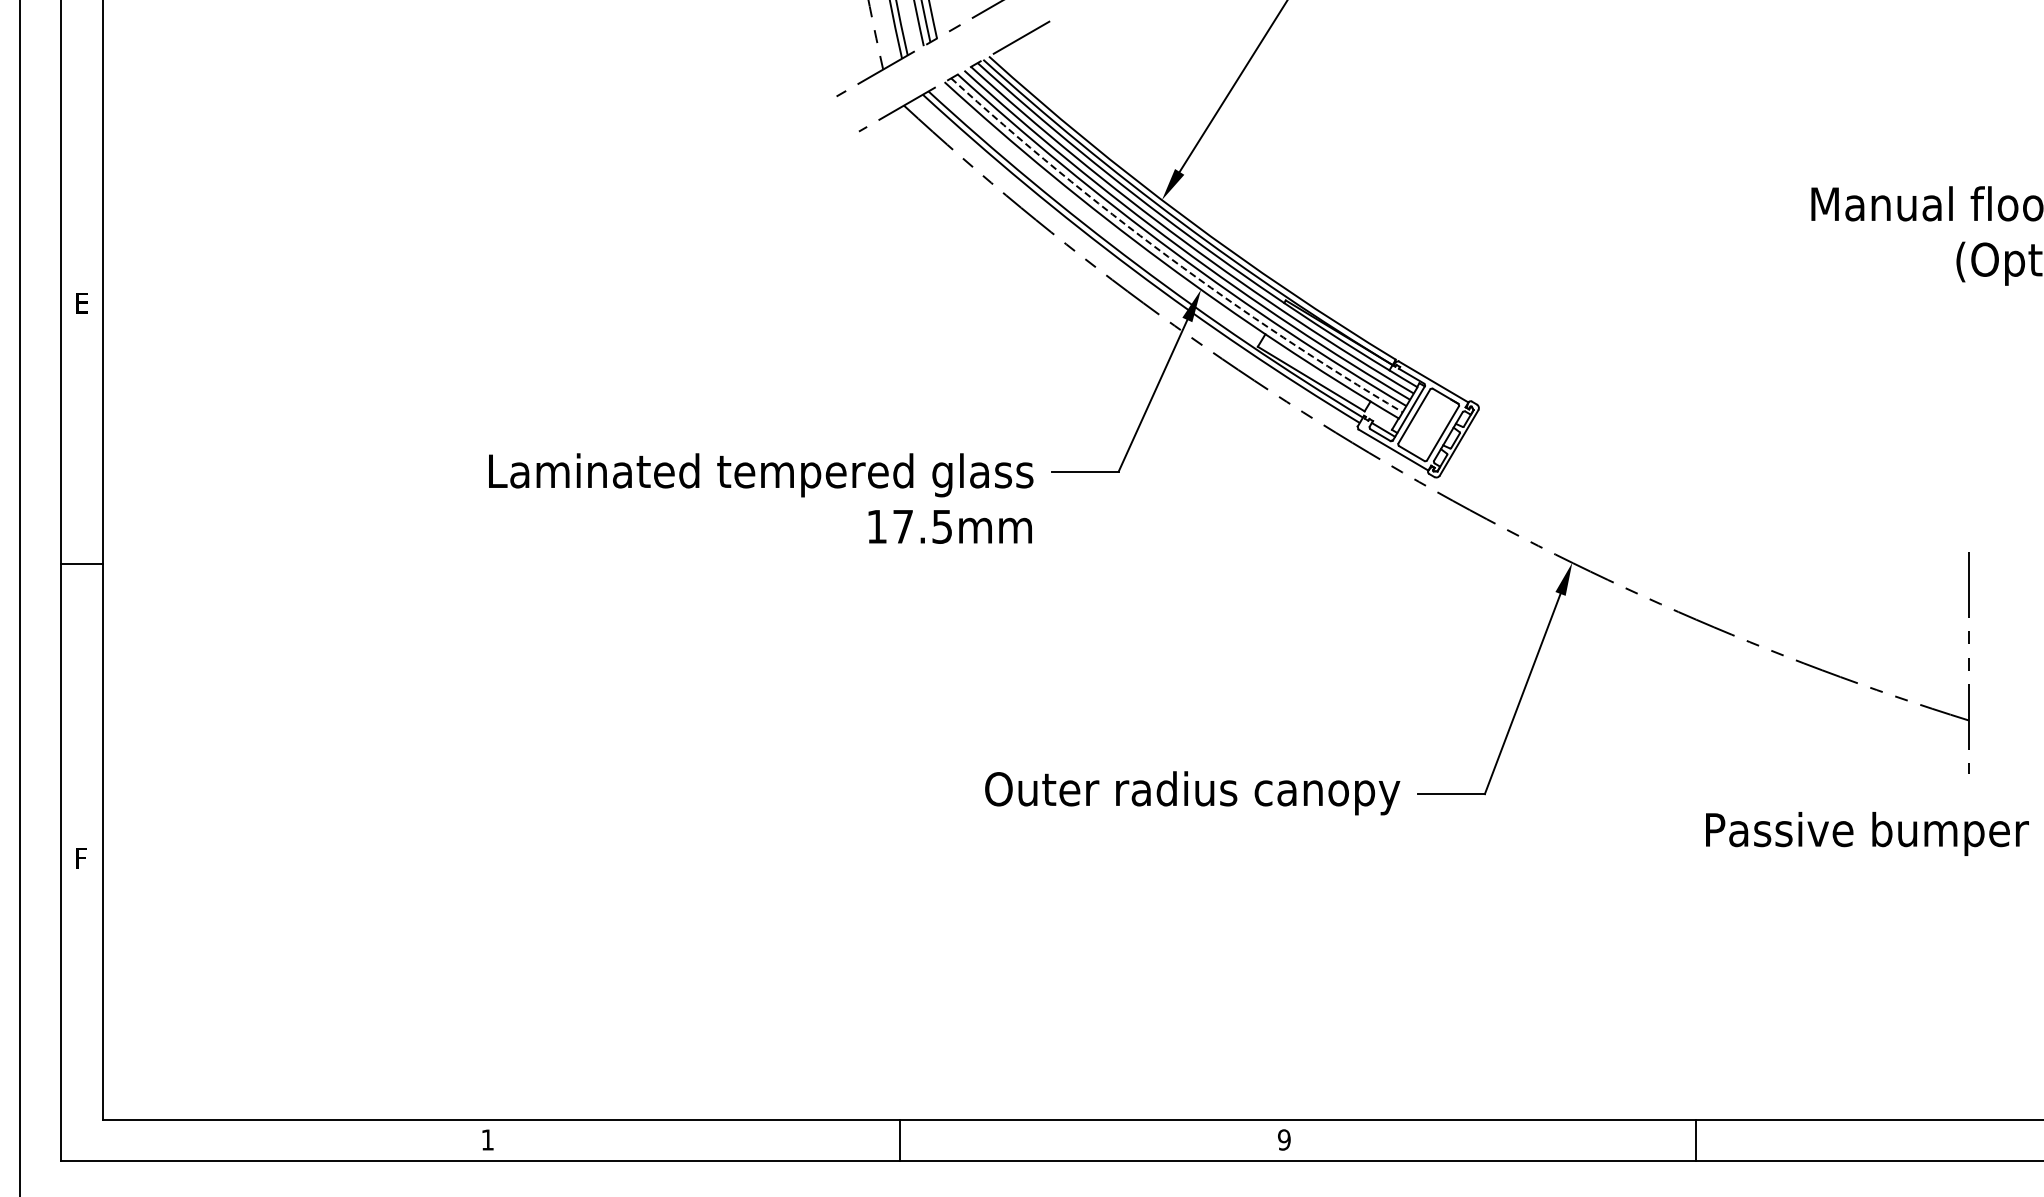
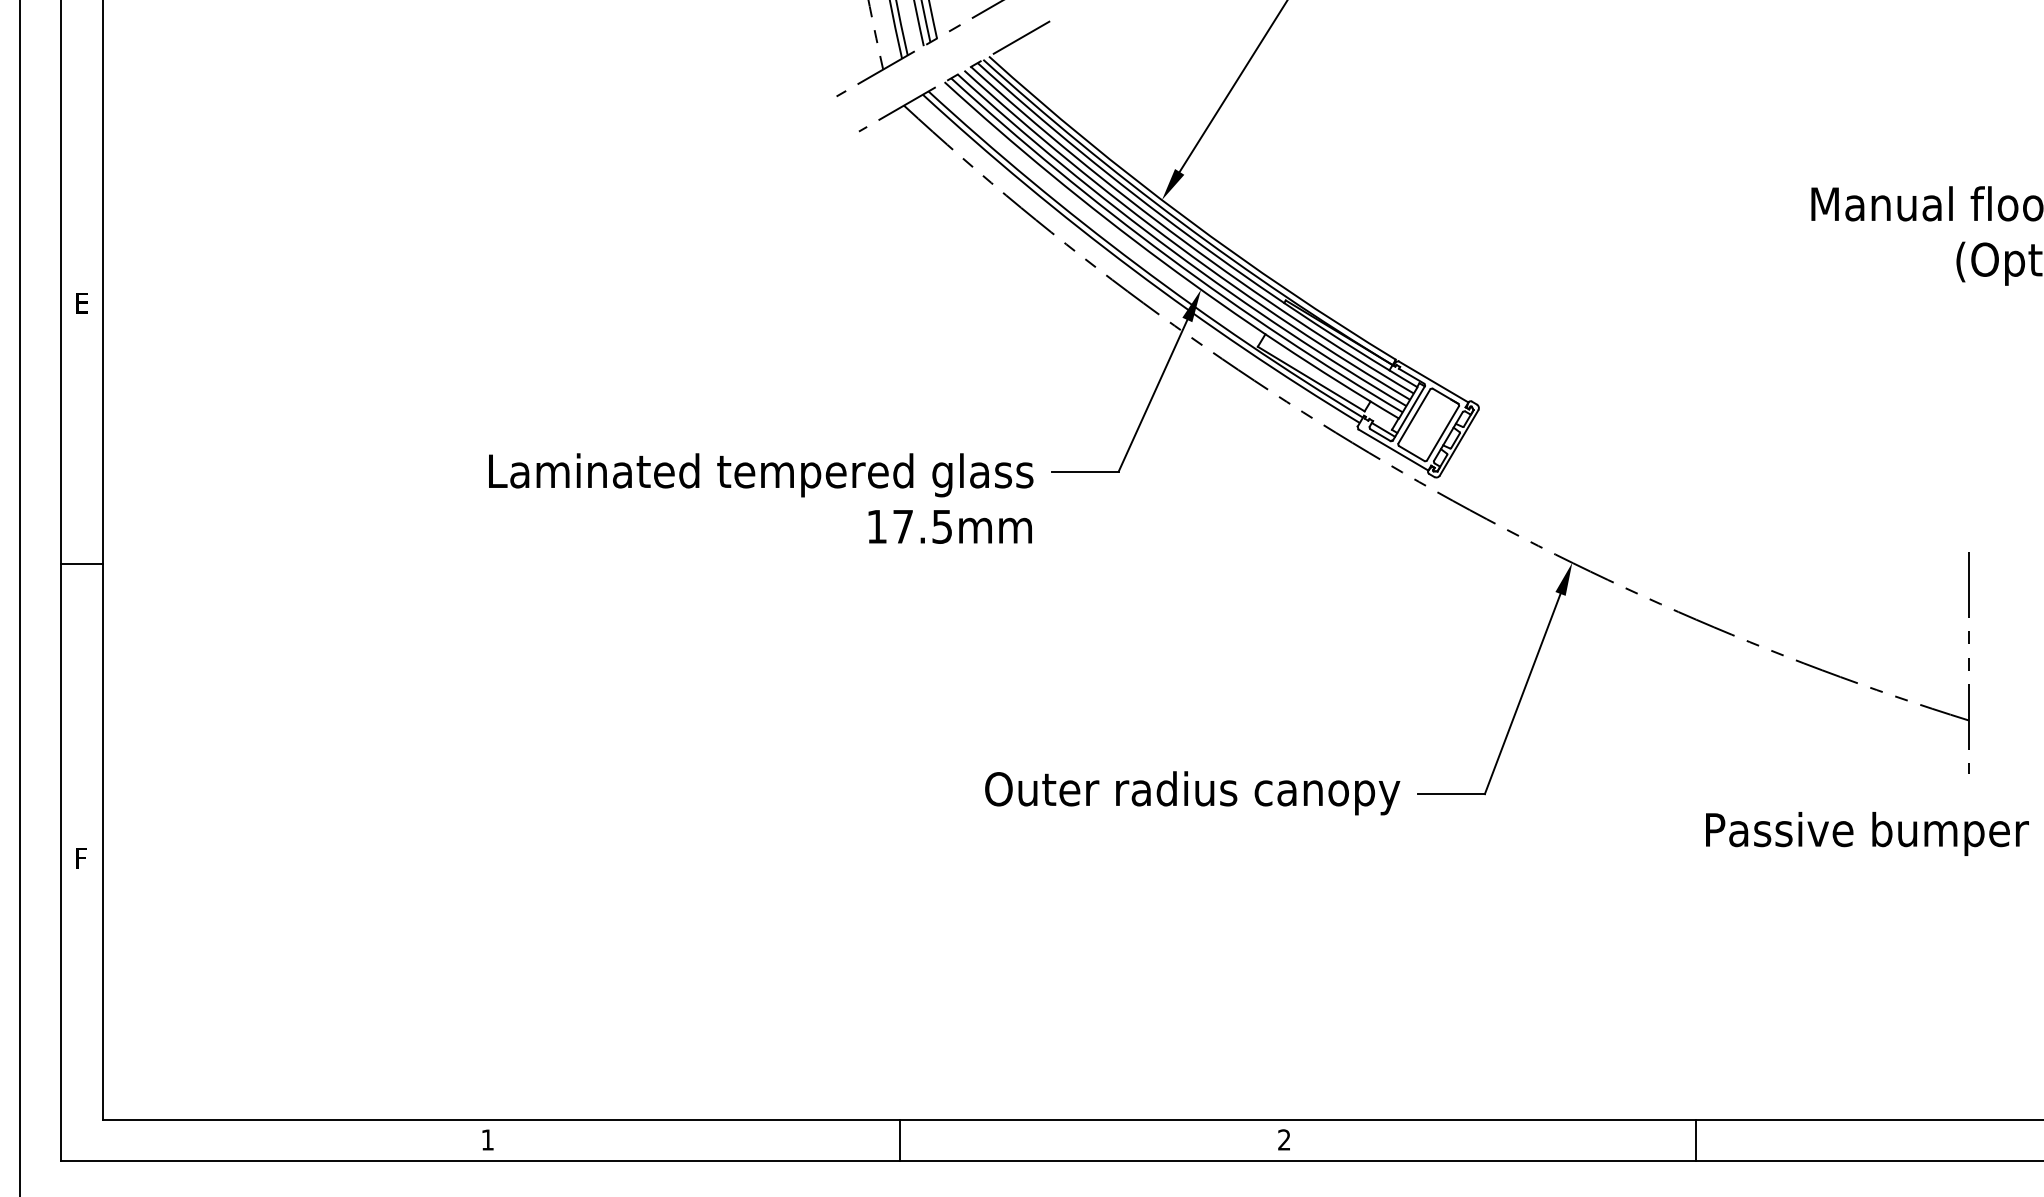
arc at (1168, 256): dashed -> solid
text at (1284, 1139): 9 -> 2
